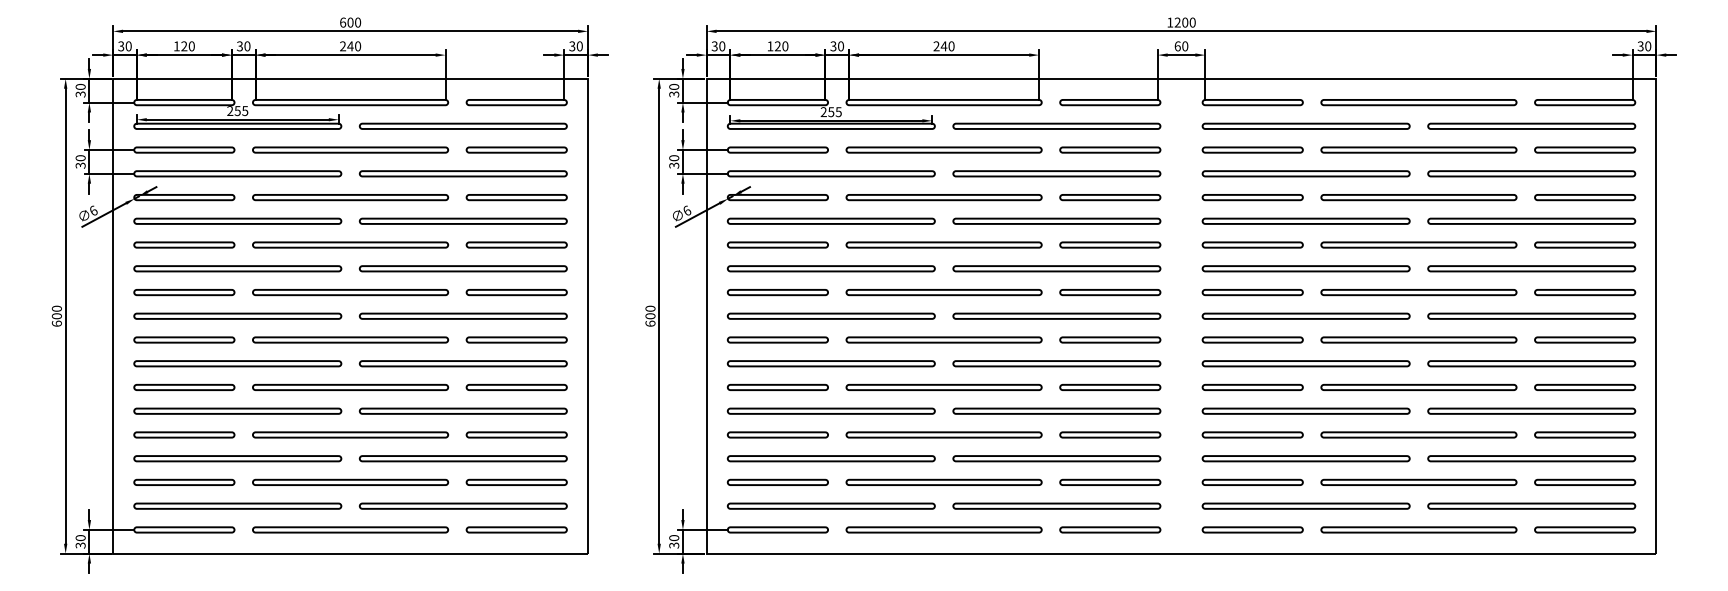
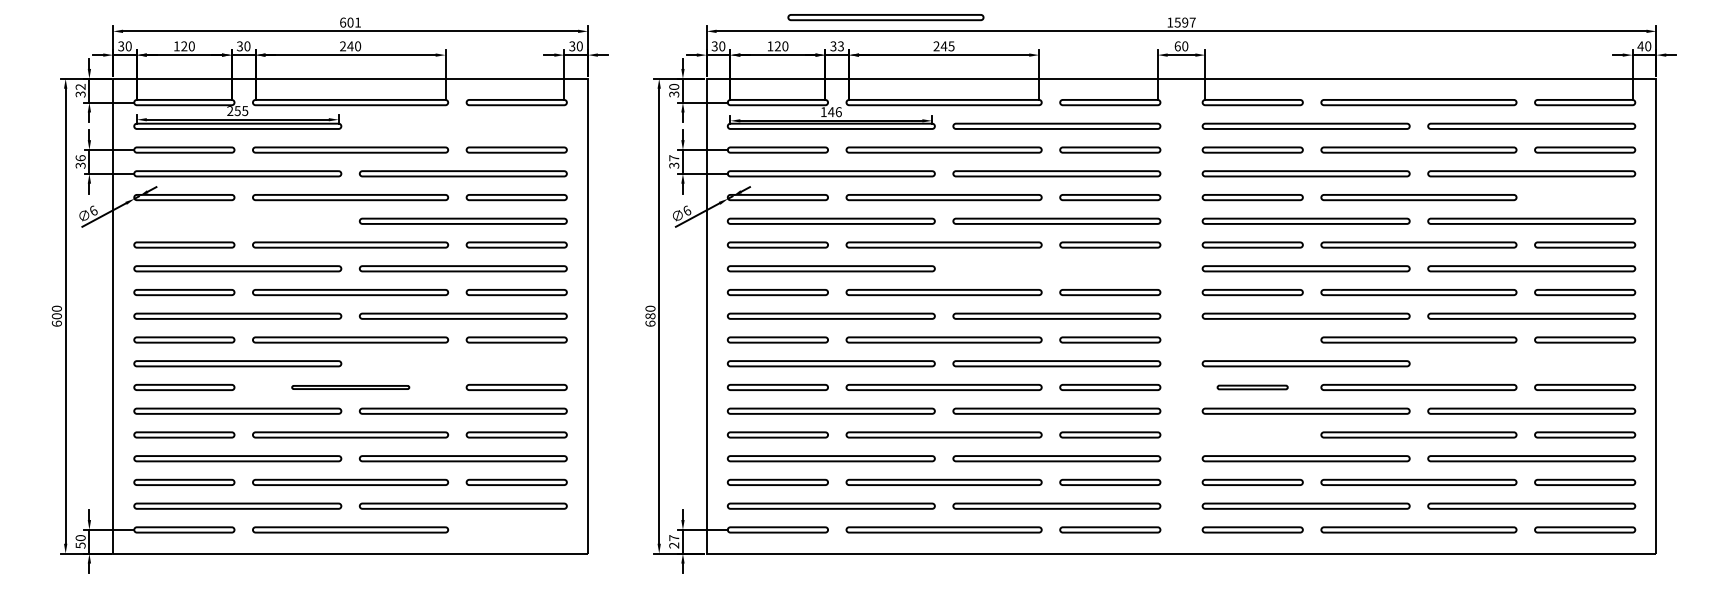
part at (885, 17): none -> present
text at (358, 22): 600 -> 601
text at (1184, 22): 1200 -> 1597
text at (841, 46): 30 -> 33
text at (951, 46): 240 -> 245
text at (1640, 46): 30 -> 40
text at (80, 86): 30 -> 32
text at (830, 112): 255 -> 146
part at (462, 125): present -> none
text at (80, 158): 30 -> 36
text at (674, 158): 30 -> 37
part at (1585, 197): present -> none
part at (237, 220): present -> none
part at (1056, 268): present -> none
text at (650, 316): 600 -> 680
part at (1252, 339): present -> none
part at (462, 363): present -> none
part at (1531, 363): present -> none
part at (350, 387) size: 198x7 px -> 120x5 px
part at (1252, 387) size: 103x7 px -> 73x7 px
part at (1252, 434): present -> none
part at (516, 529): present -> none
text at (674, 541): 30 -> 27
text at (79, 545): 30 -> 50
